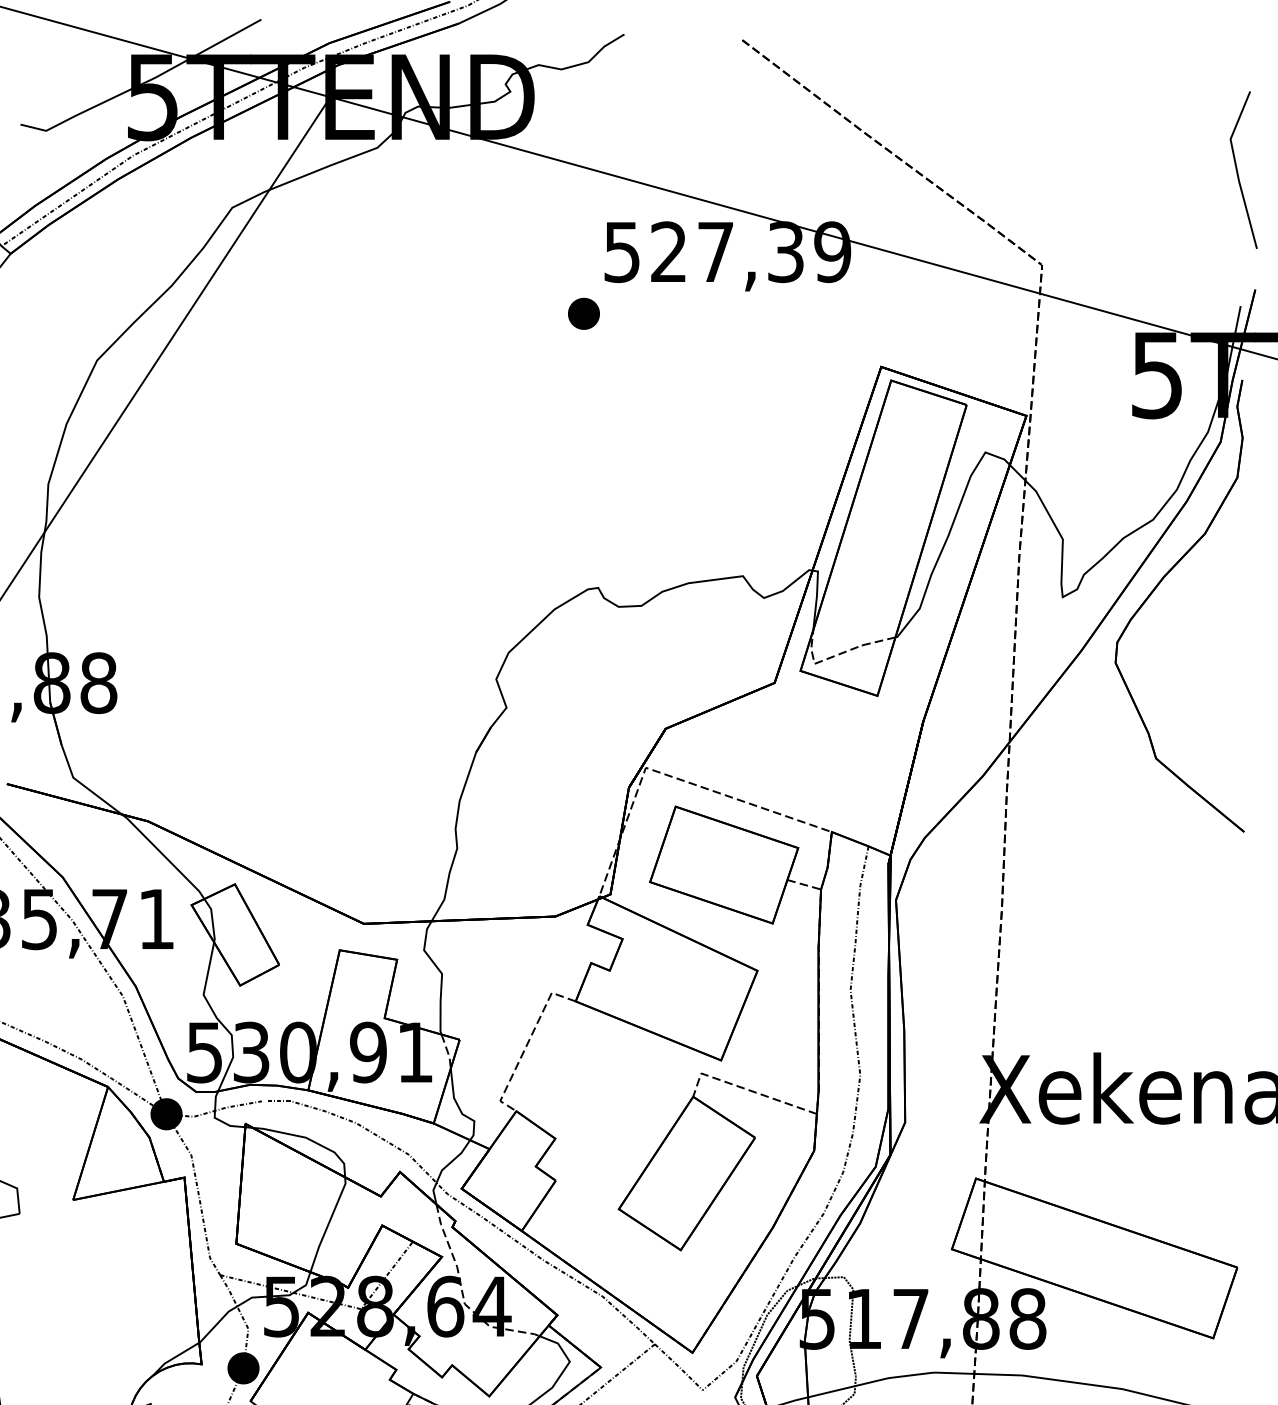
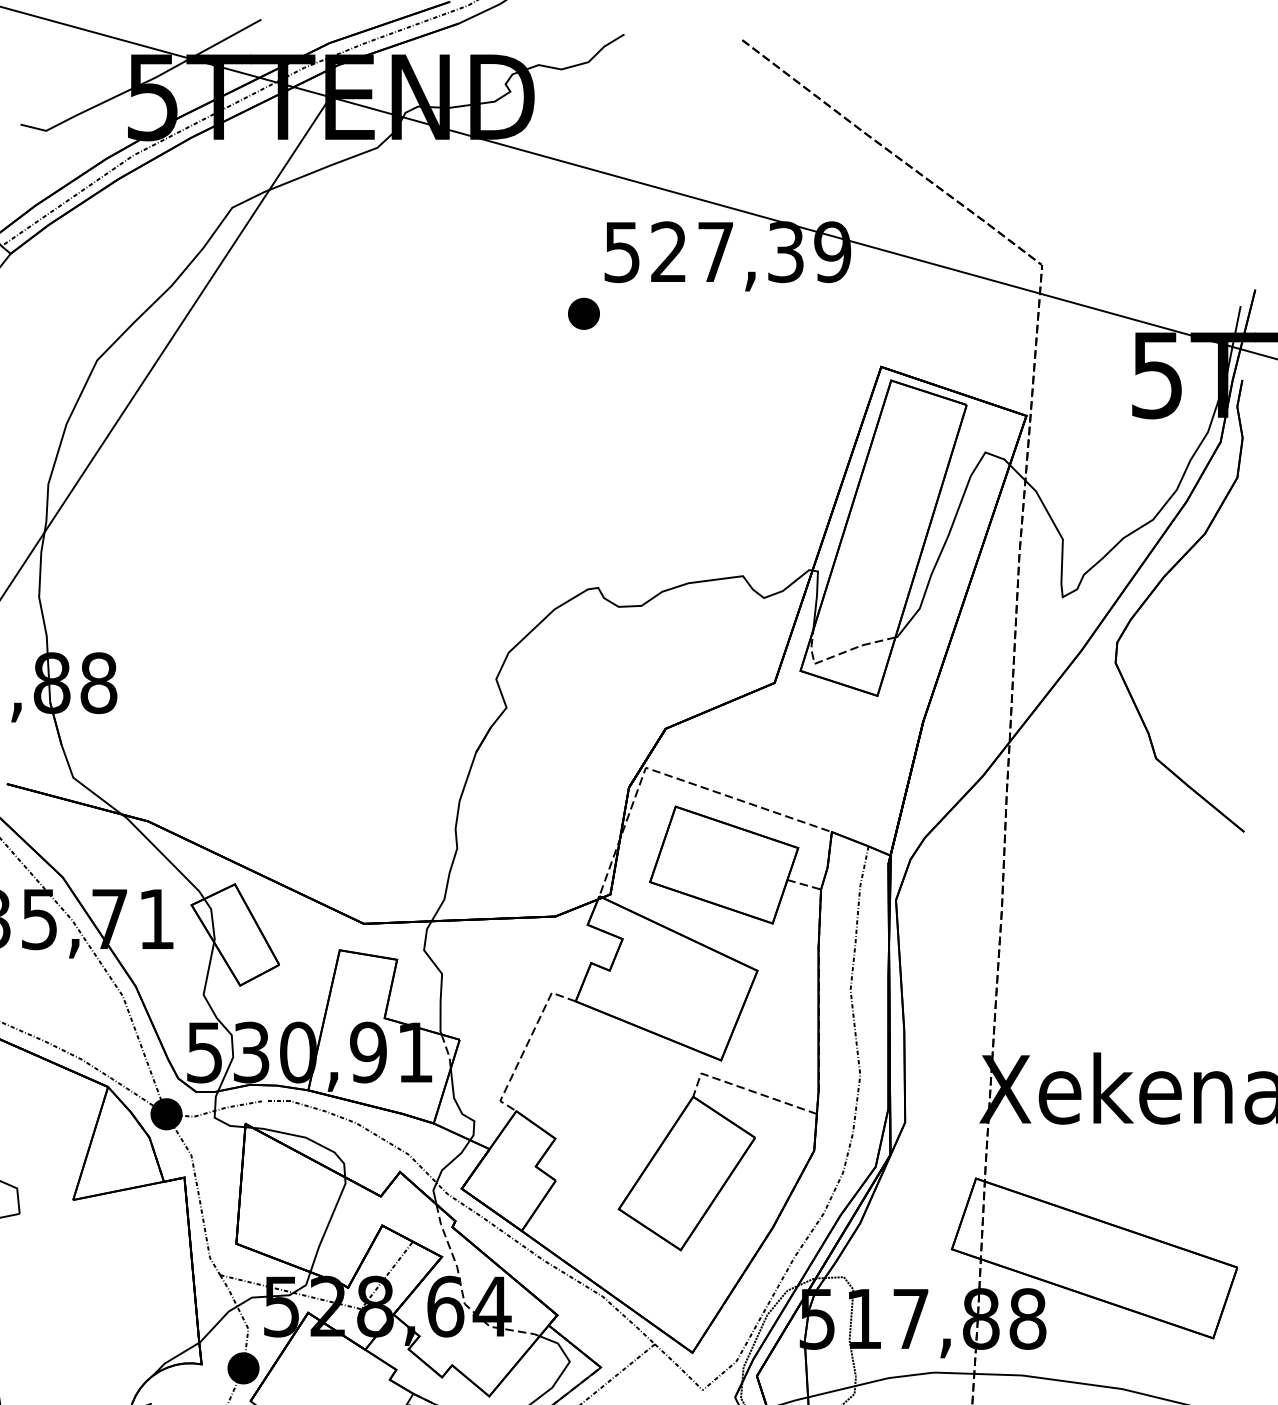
line at (1238, 172): present -> none
